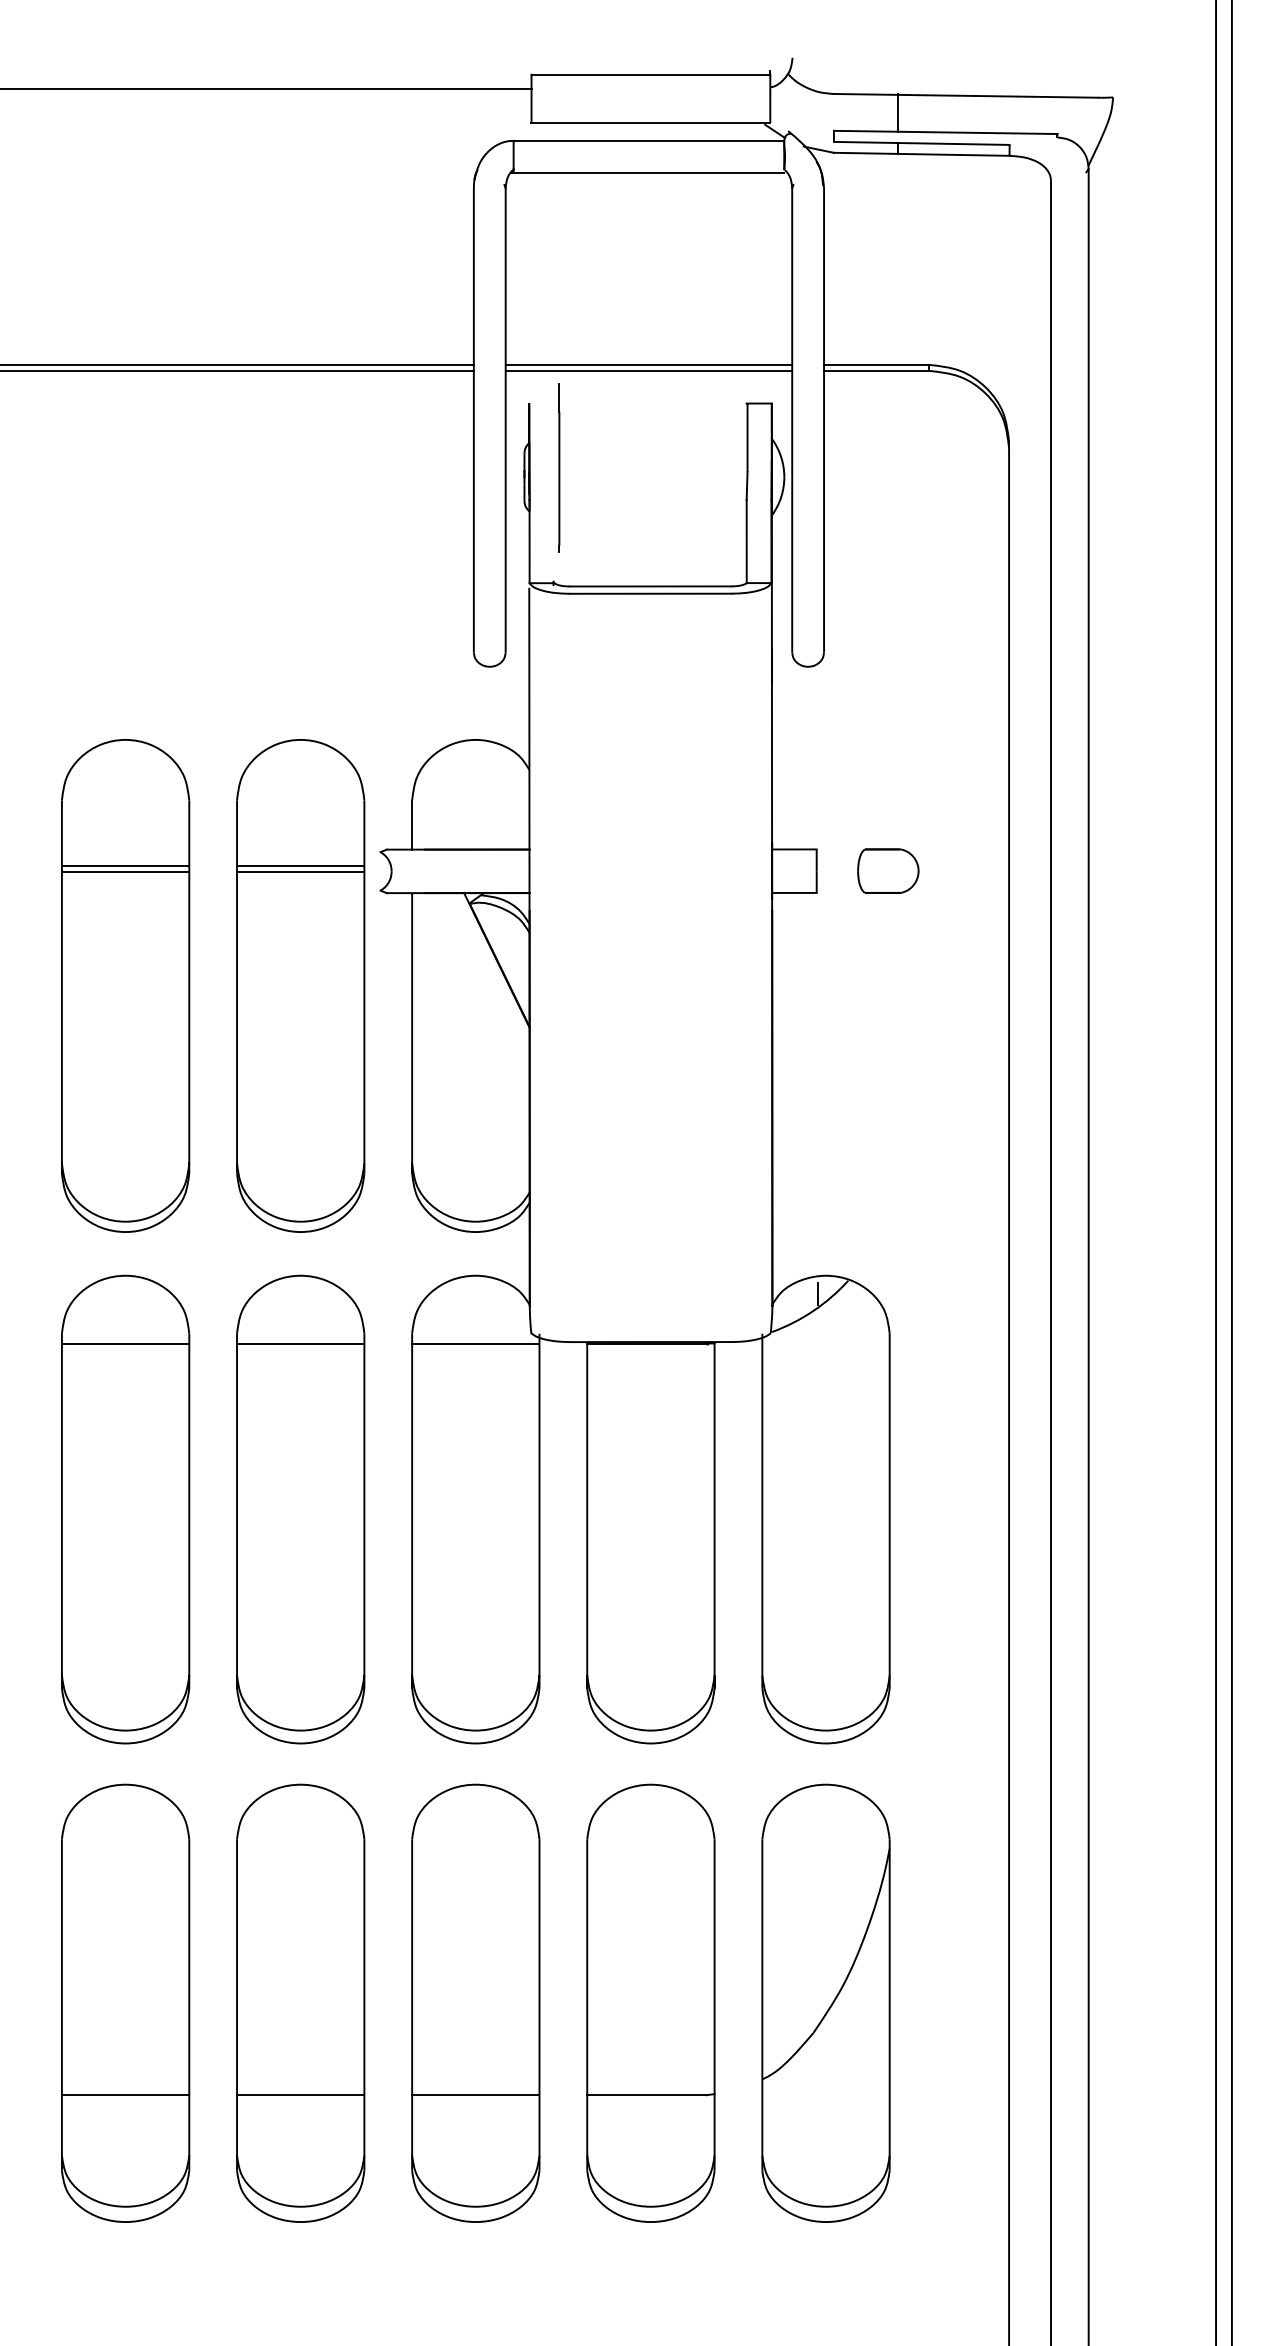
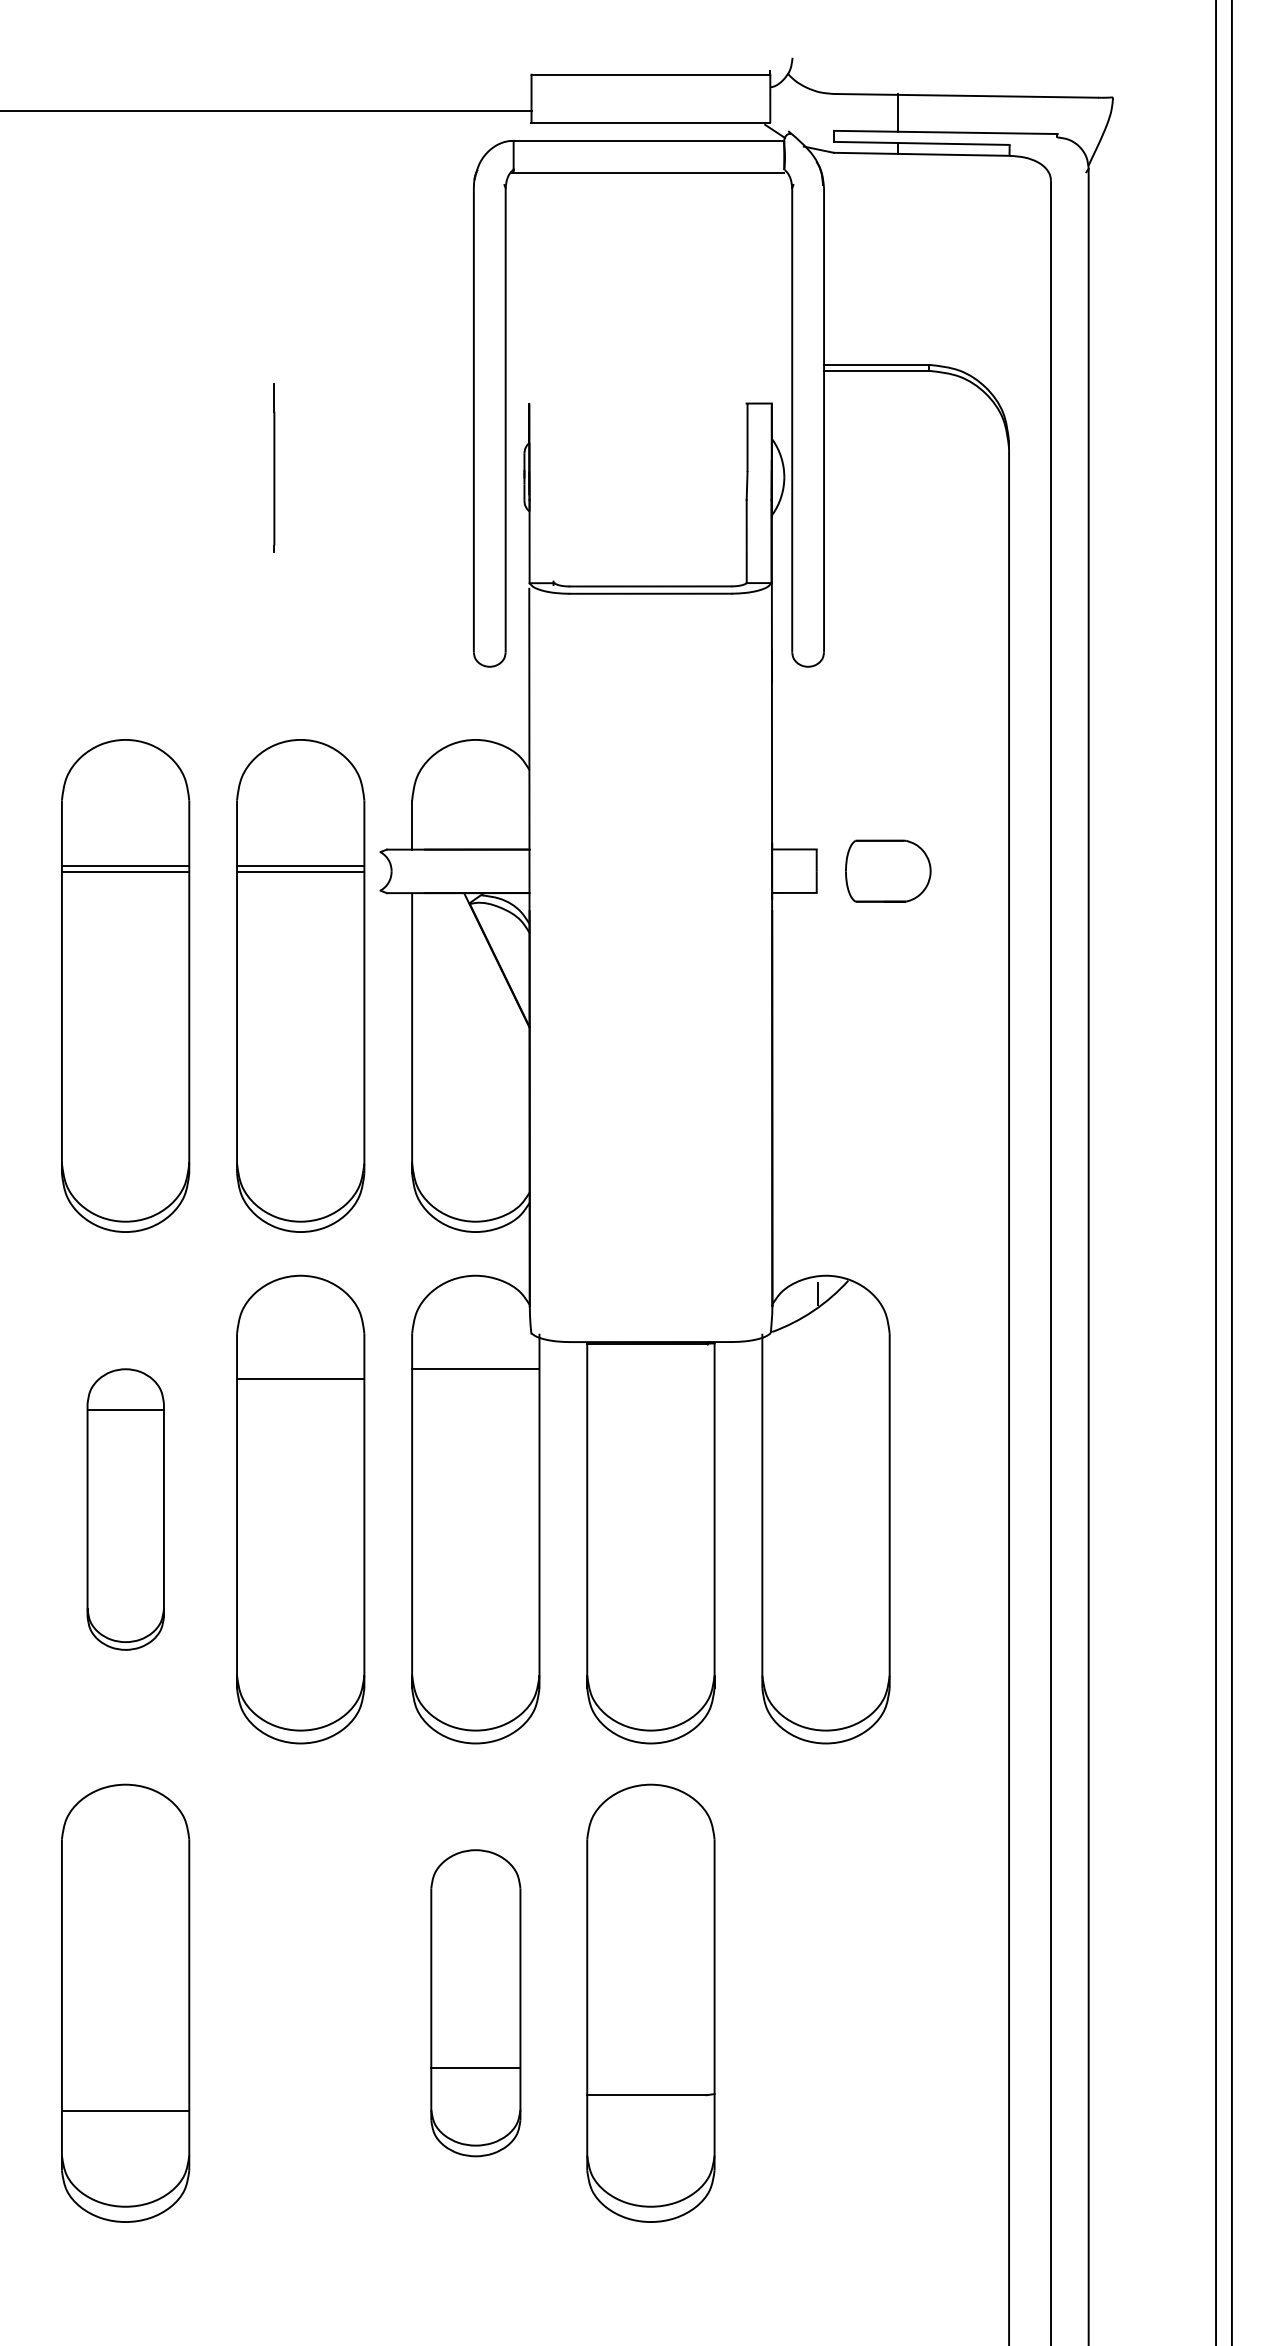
line at (266, 89) position: (266, 89) -> (266, 111)
line at (237, 364): present -> none
line at (648, 364): present -> none
line at (237, 370): present -> none
line at (648, 370): present -> none
line at (559, 467) position: (559, 467) -> (274, 467)
part at (888, 870) size: 63x46 px -> 87x64 px
line at (300, 1343) position: (300, 1343) -> (300, 1378)
line at (475, 1343) position: (475, 1343) -> (475, 1368)
part at (125, 1509) size: 130x471 px -> 79x283 px
part at (300, 2002): present -> none
part at (475, 2002) size: 130x440 px -> 92x309 px
part at (825, 2002): present -> none
line at (125, 2095) position: (125, 2095) -> (125, 2111)
